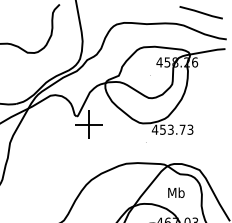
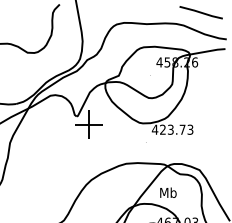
text at (162, 129): 453.73 -> 423.73
text at (176, 192) position: (176, 192) -> (168, 192)
